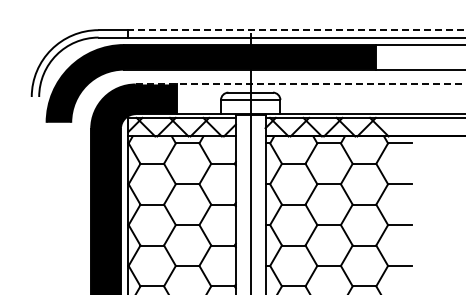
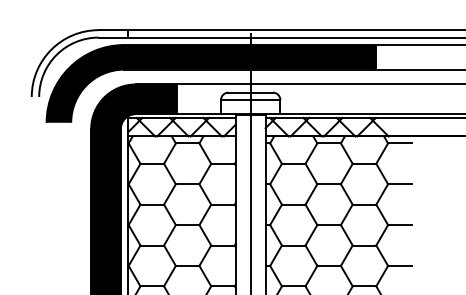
line at (296, 30): dashed -> solid
line at (300, 84): dashed -> solid
